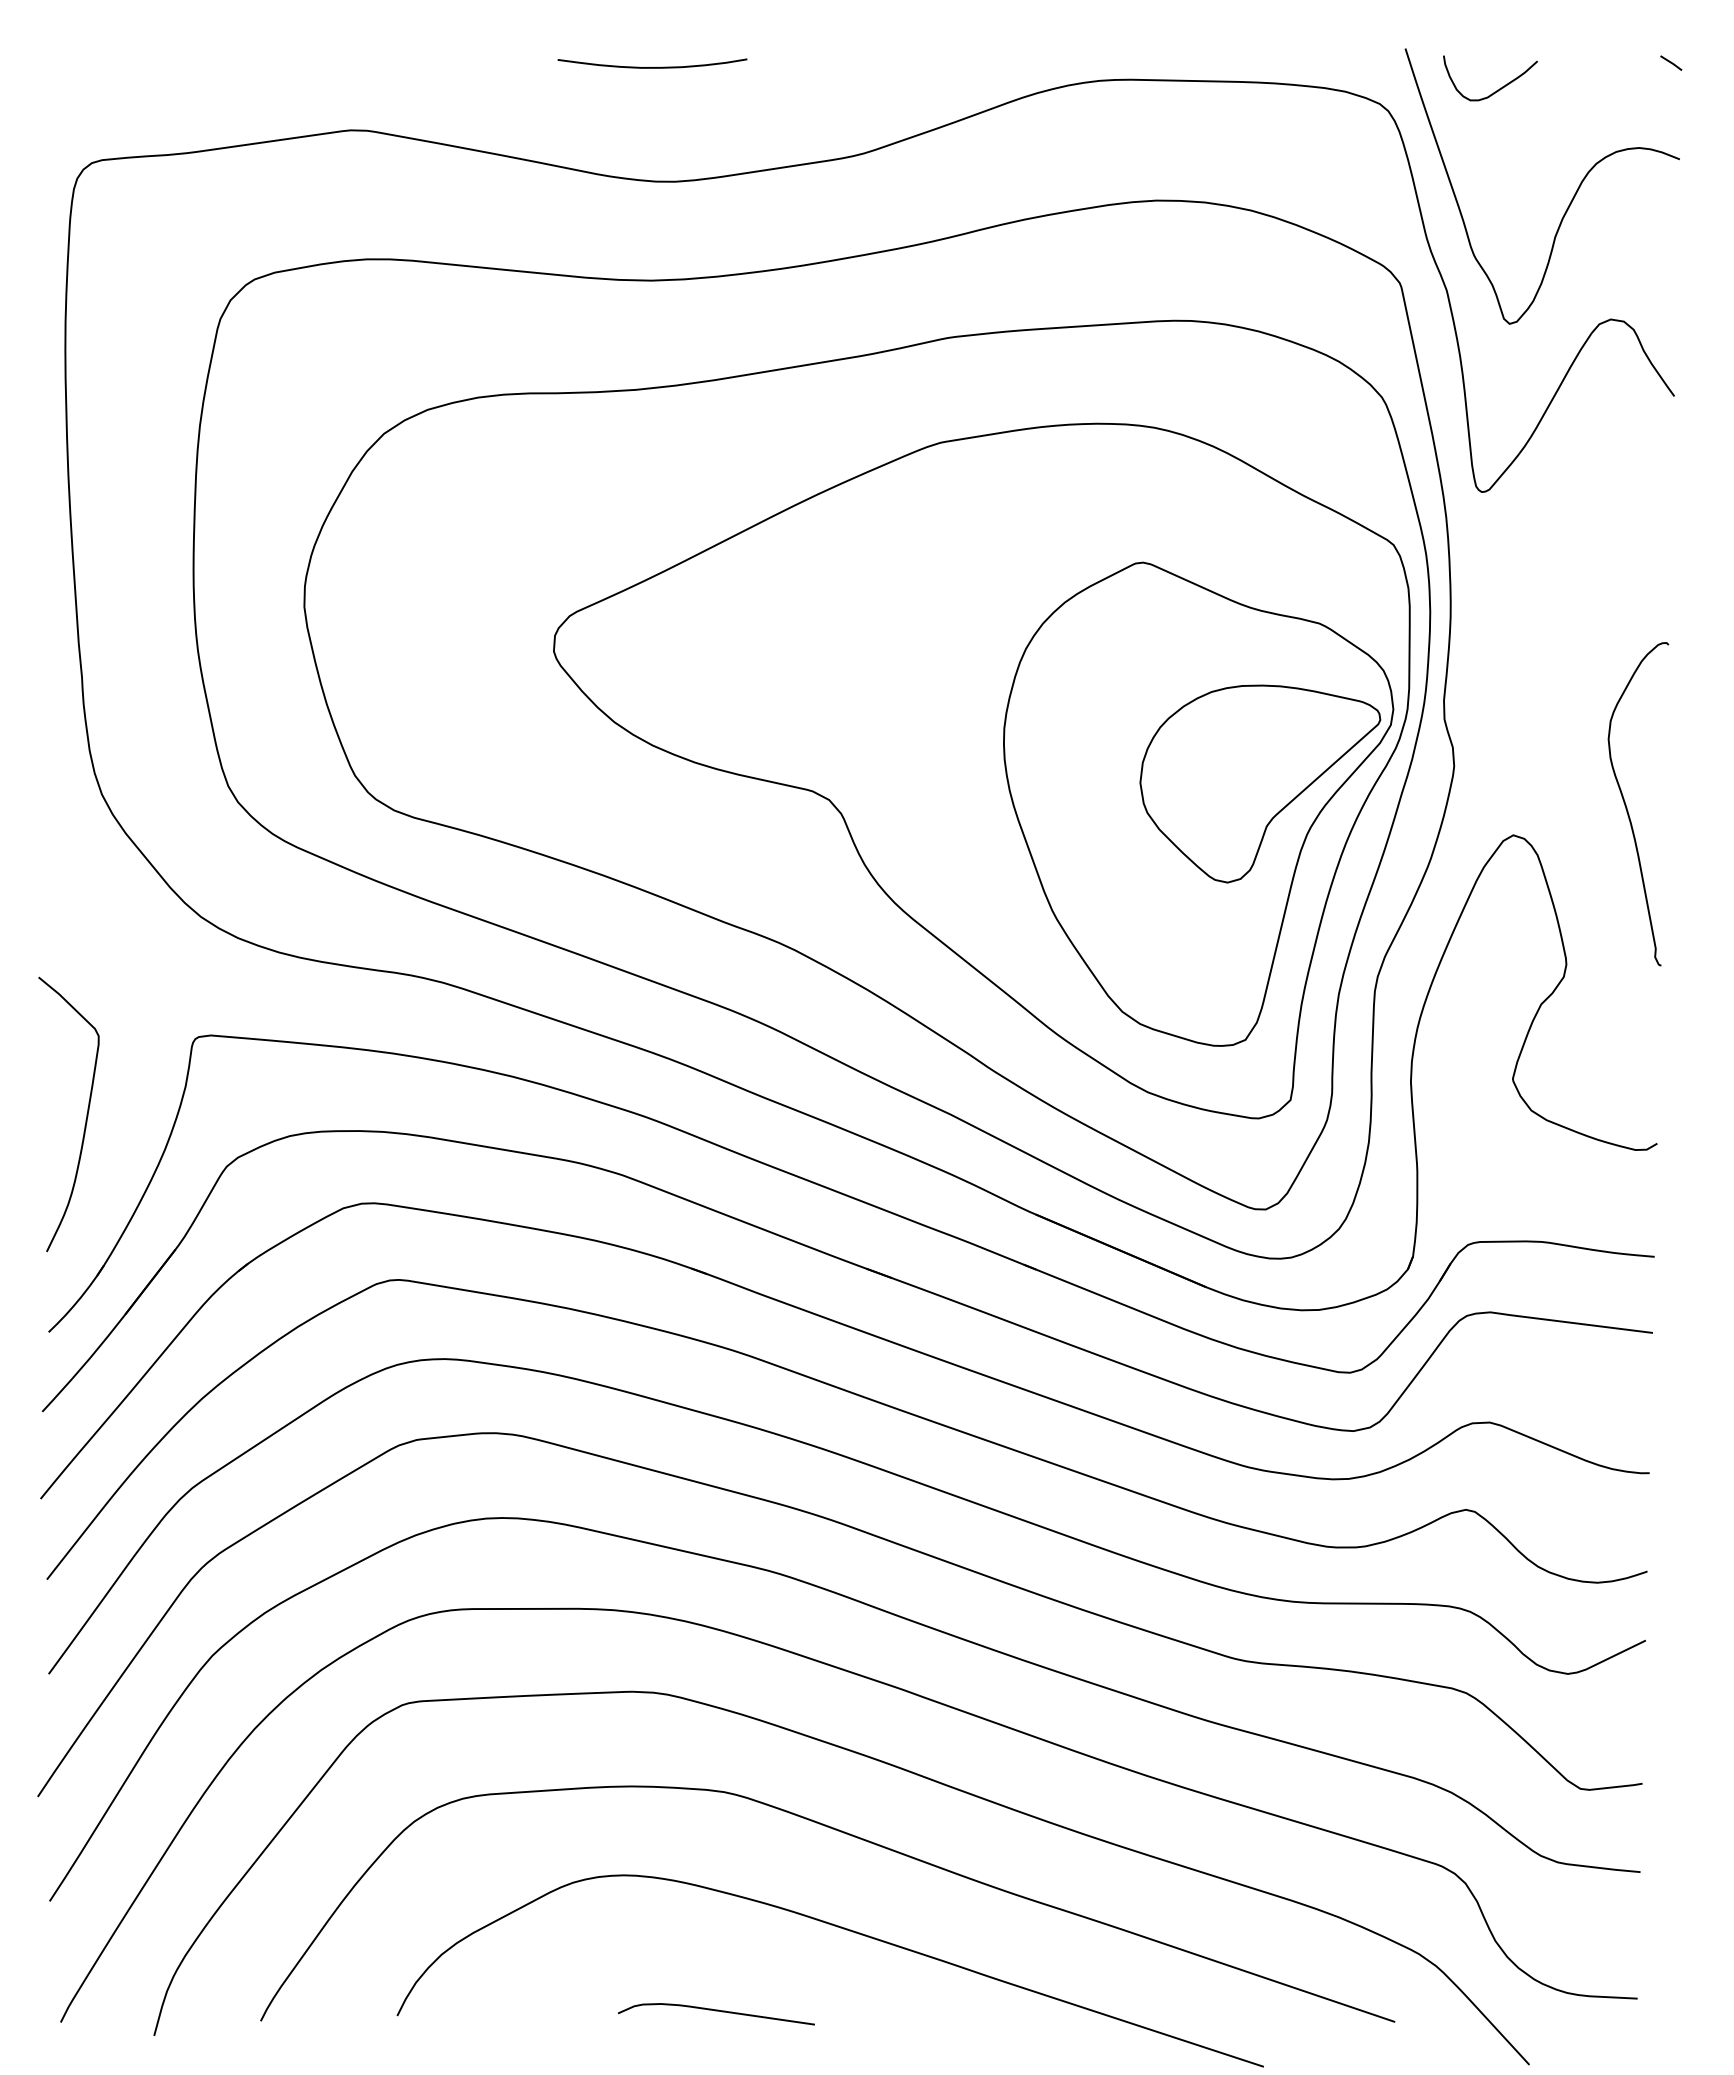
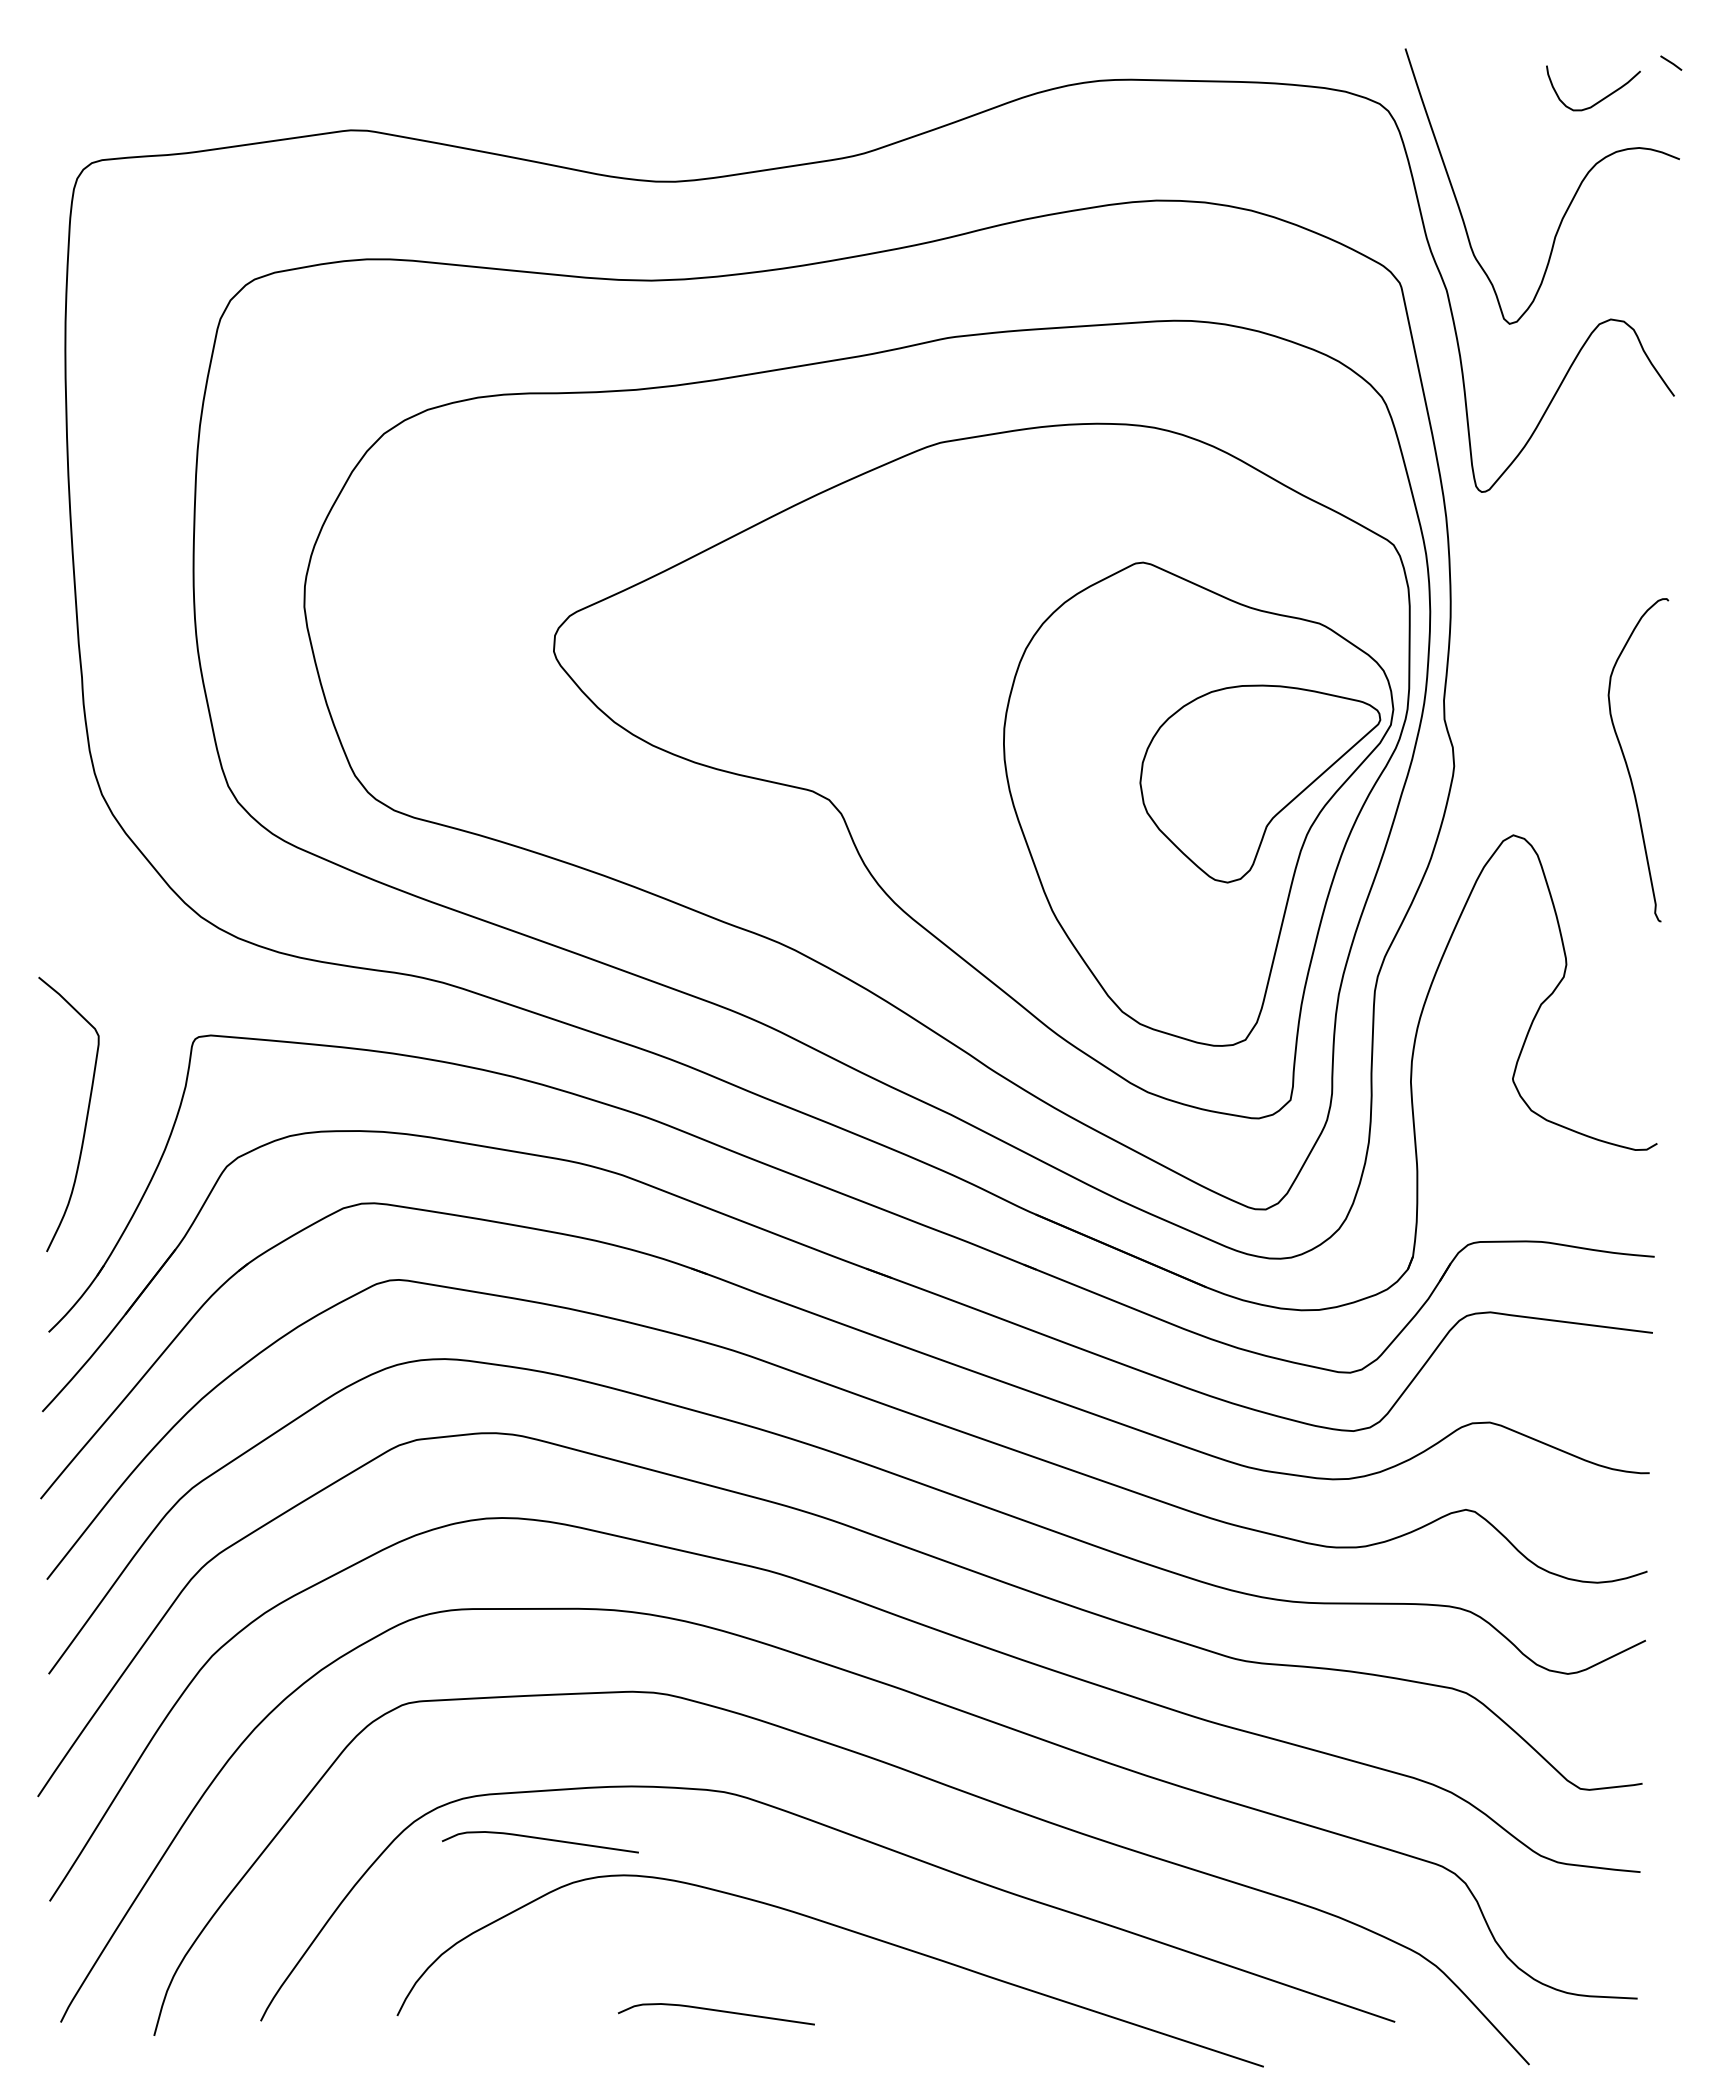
curve at (652, 67): present -> none
curve at (1497, 89) position: (1497, 89) -> (1600, 99)
curve at (1627, 807) position: (1627, 807) -> (1627, 763)
curve at (539, 1839): none -> present
